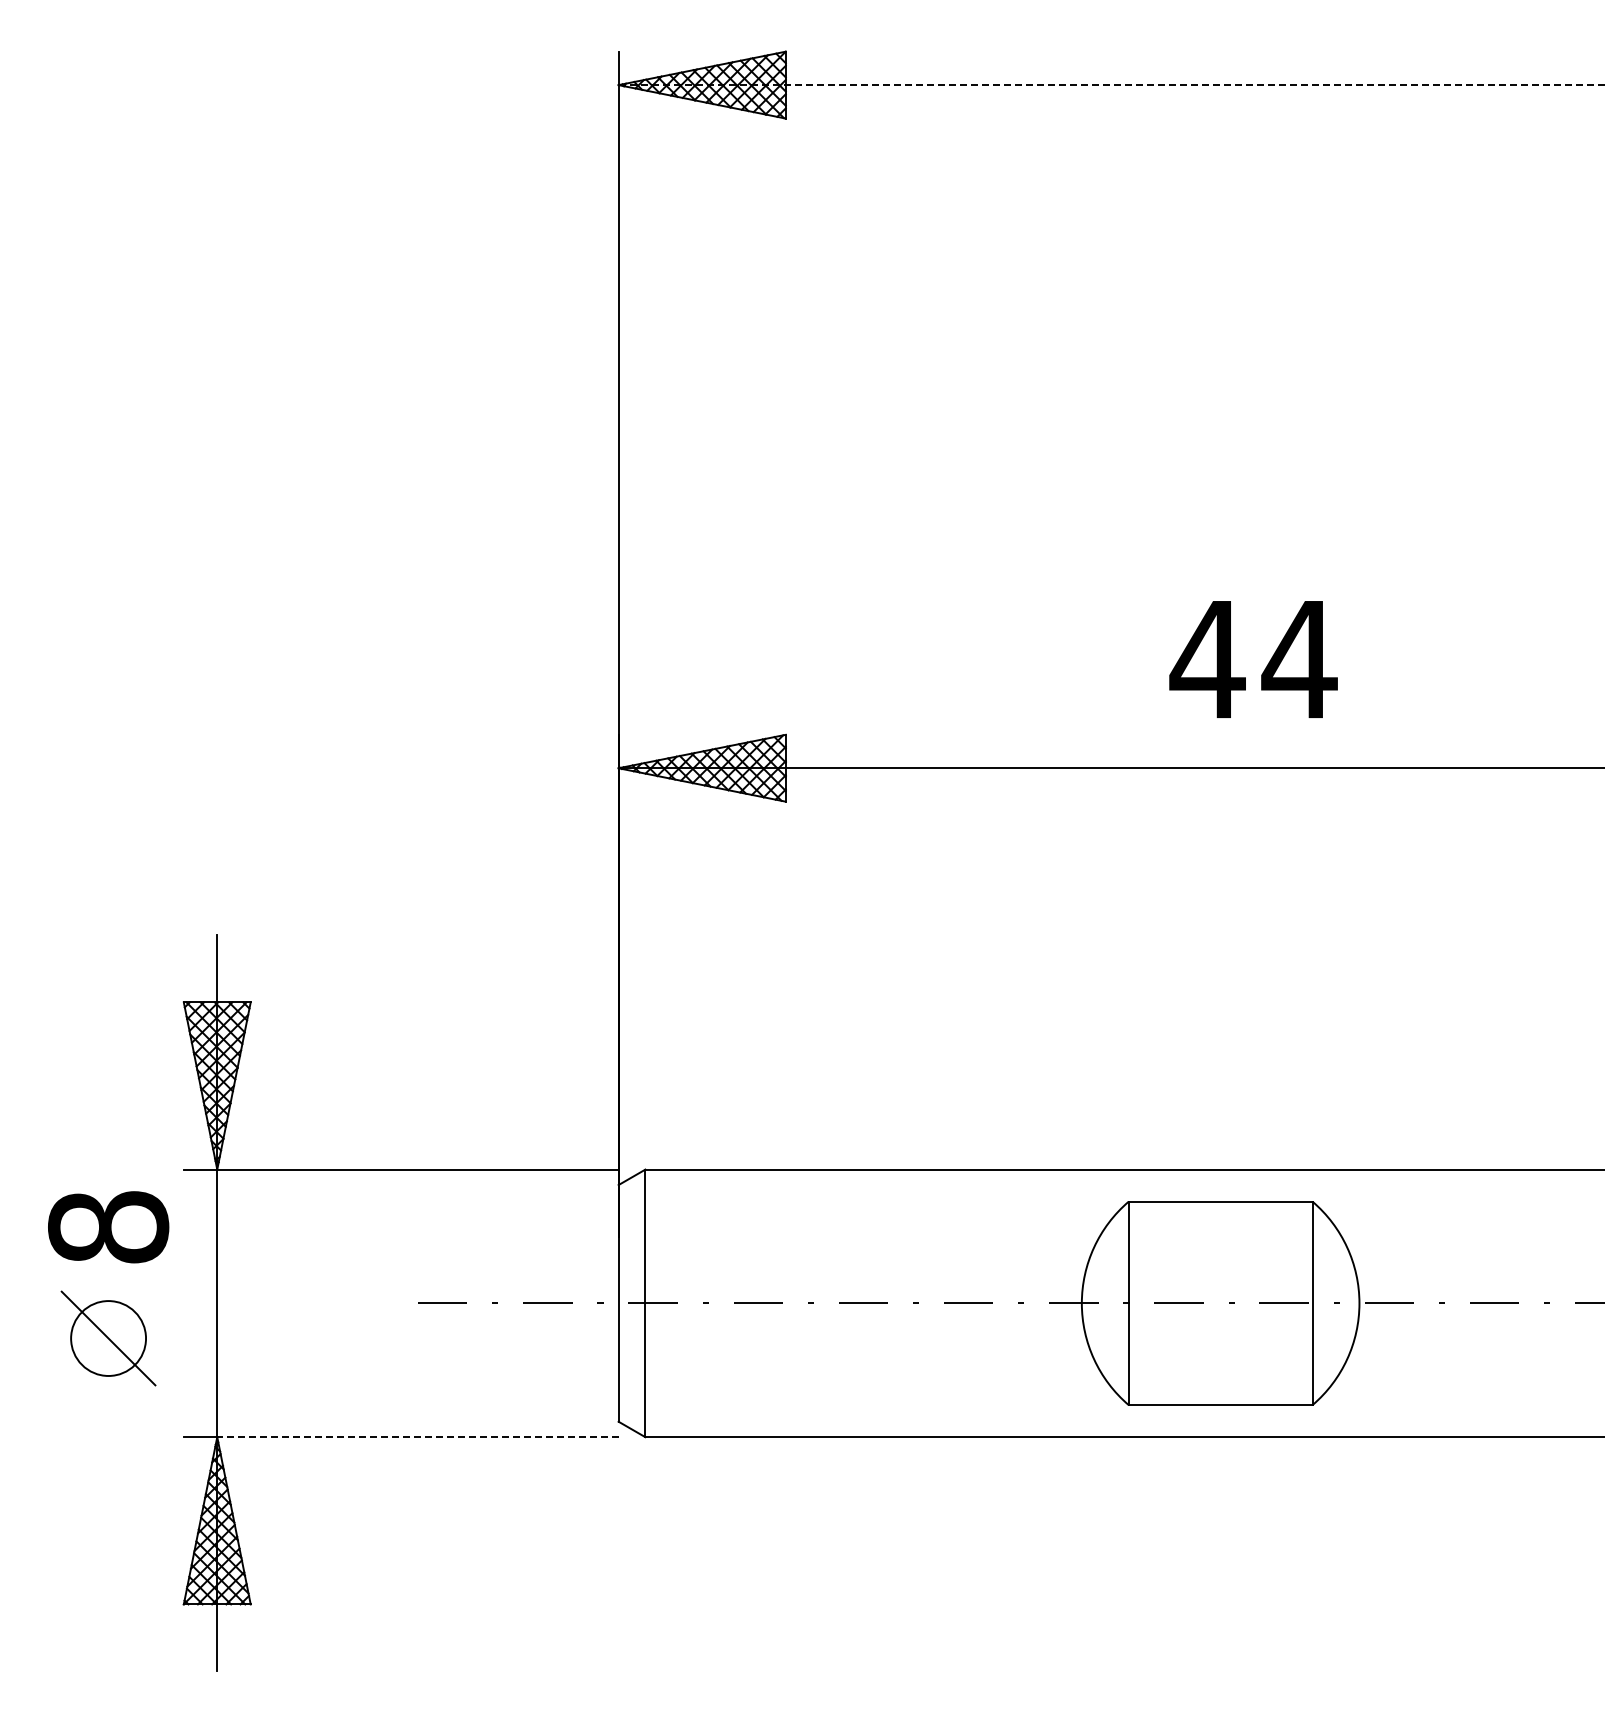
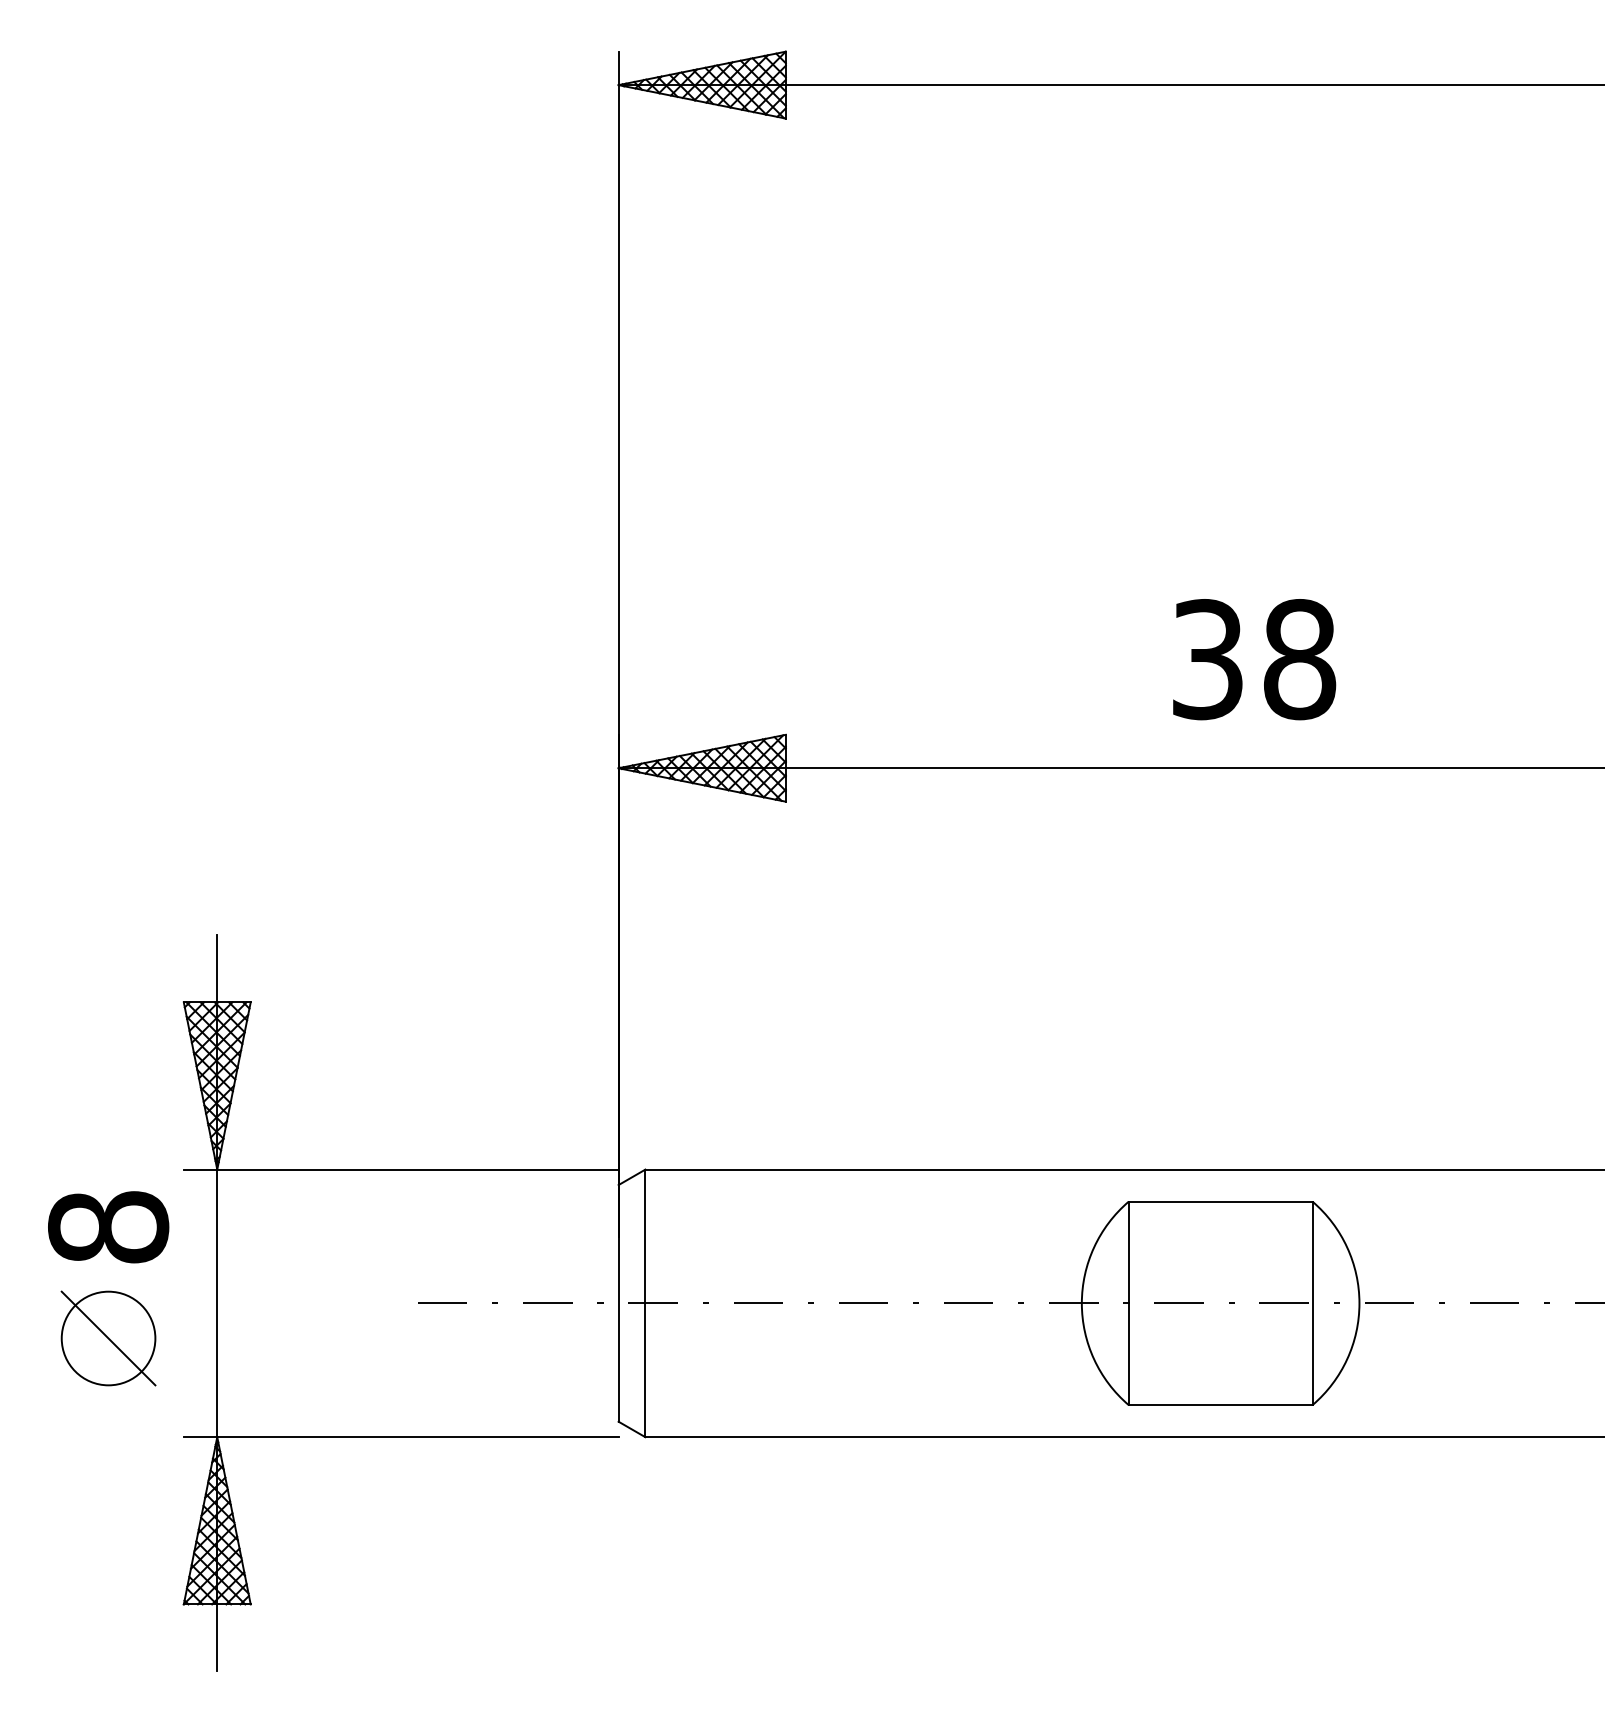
line at (1111, 85): dashed -> solid
text at (1253, 659): 44 -> 38
circle at (108, 1338) diameter: 75 px -> 94 px
line at (417, 1437): dashed -> solid
